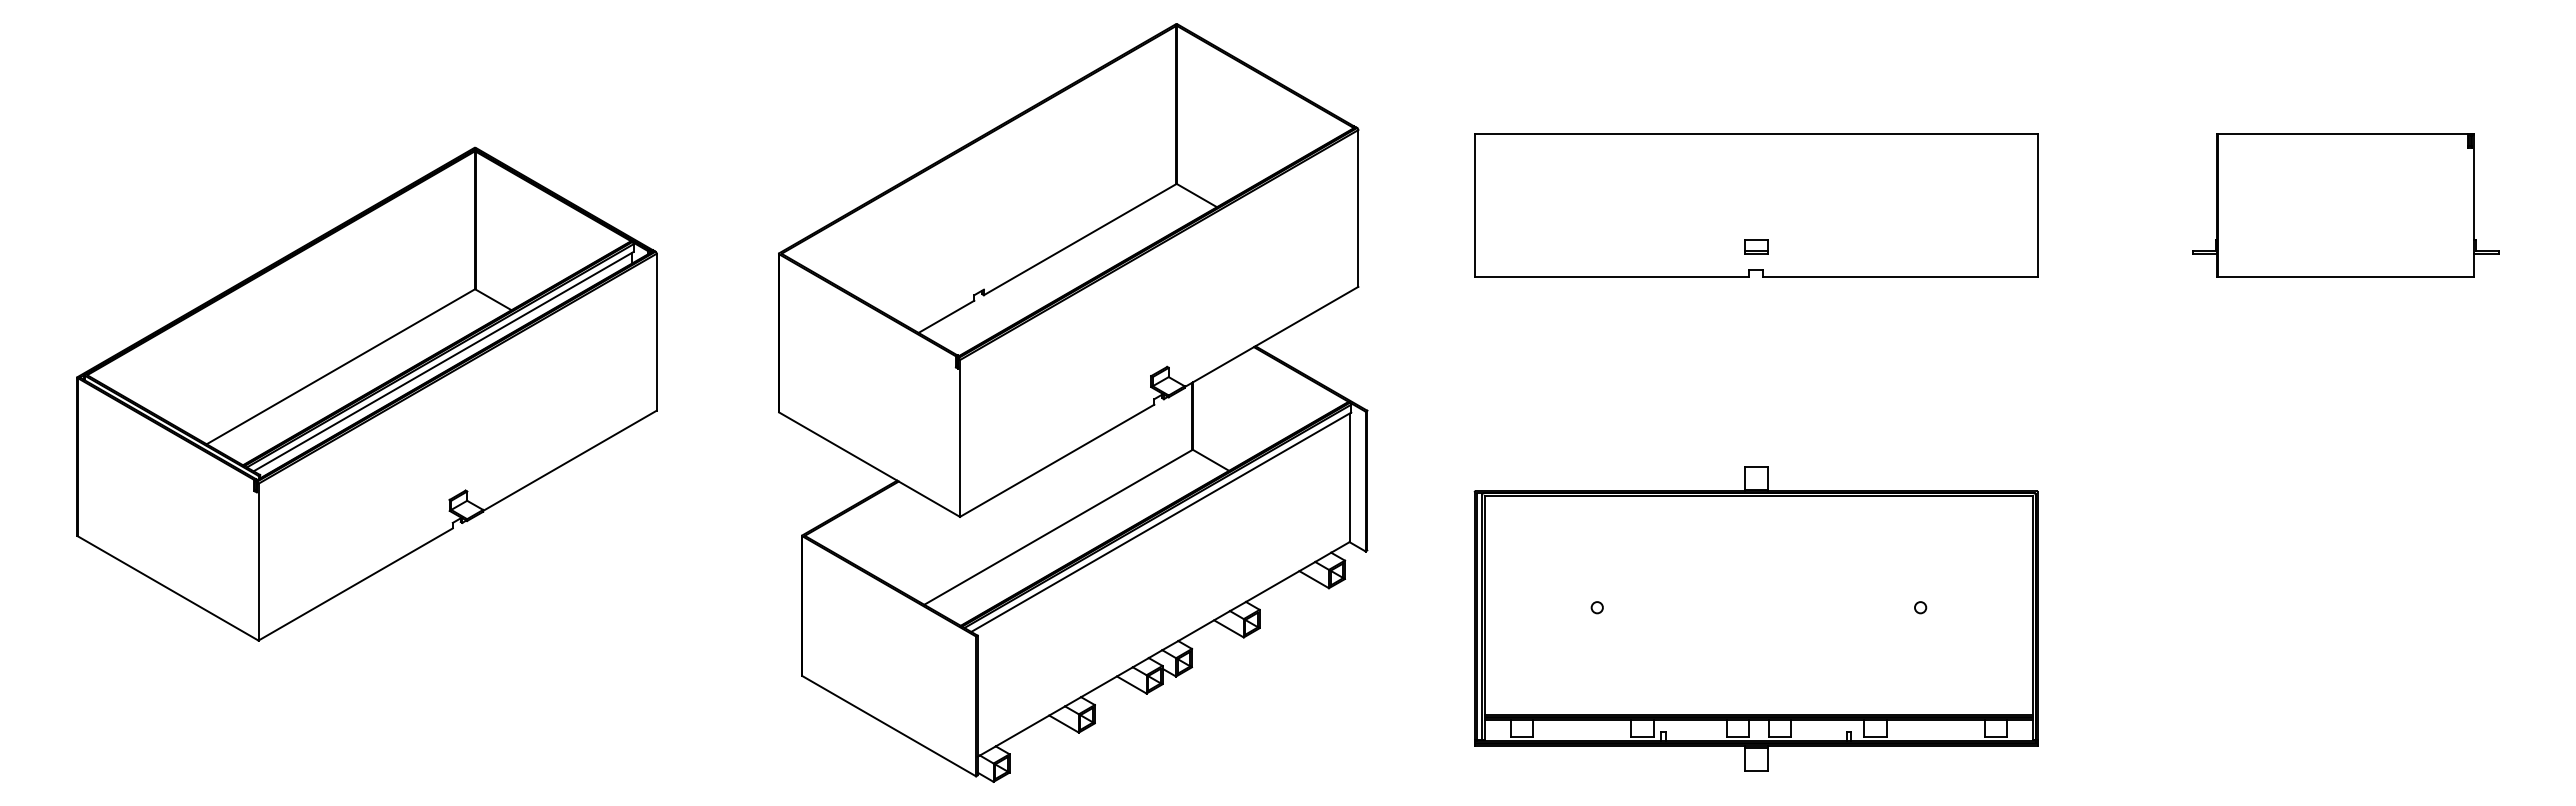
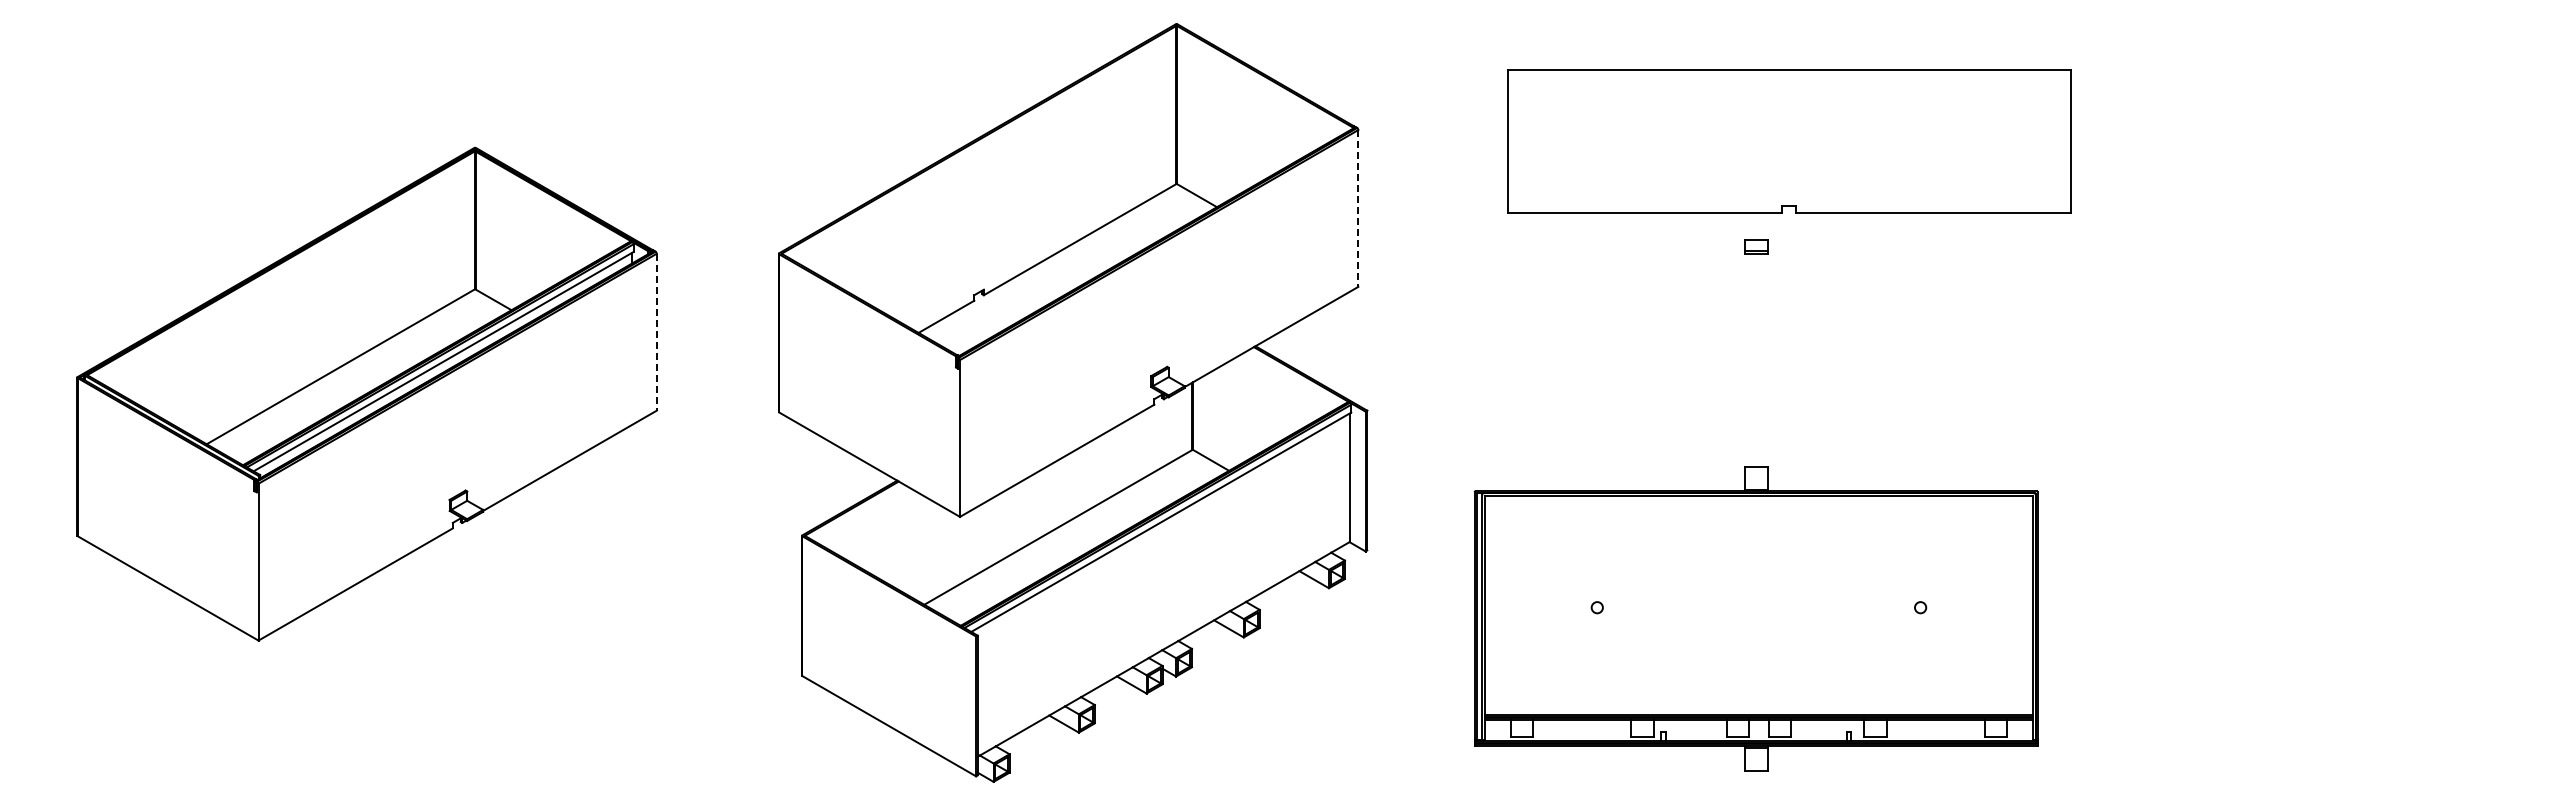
part at (1756, 205) position: (1756, 205) -> (1789, 141)
part at (2345, 205): present -> none
line at (1358, 208): solid -> dashed
line at (656, 332): solid -> dashed
